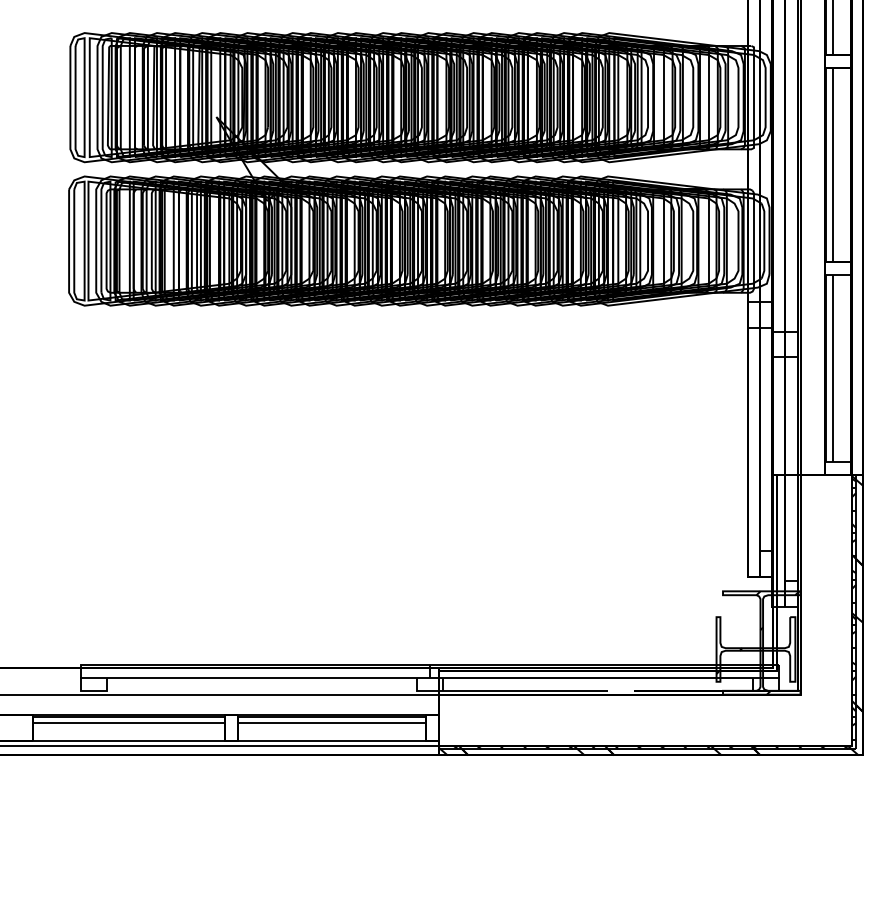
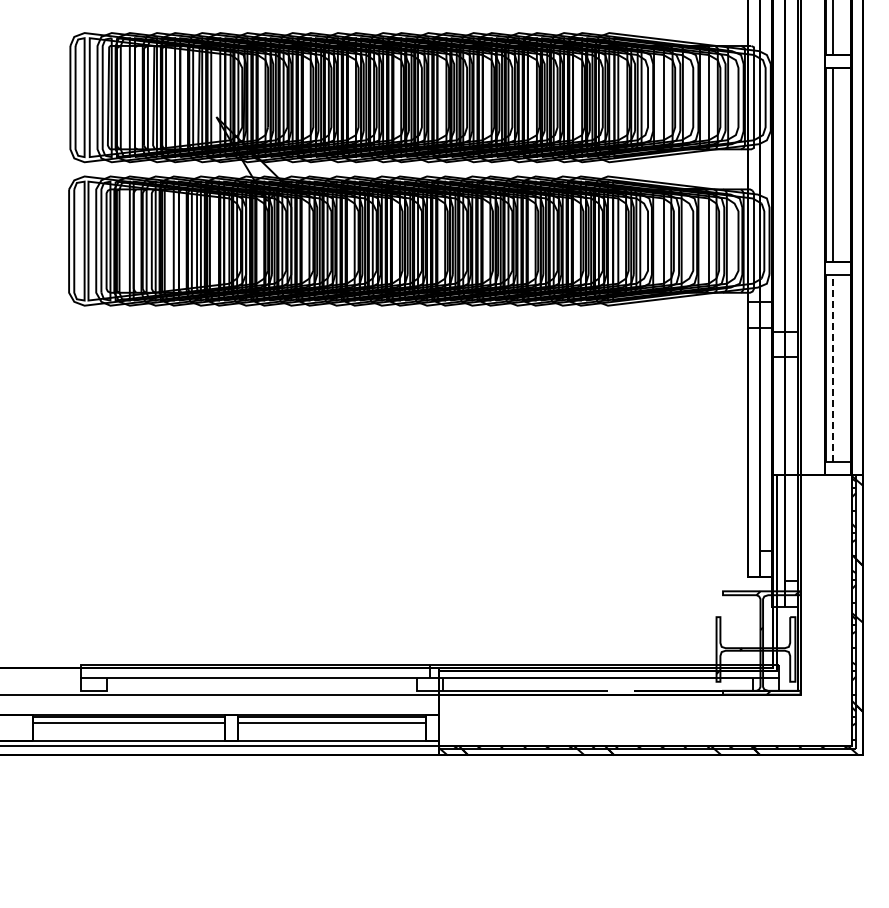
line at (832, 368): solid -> dashed
